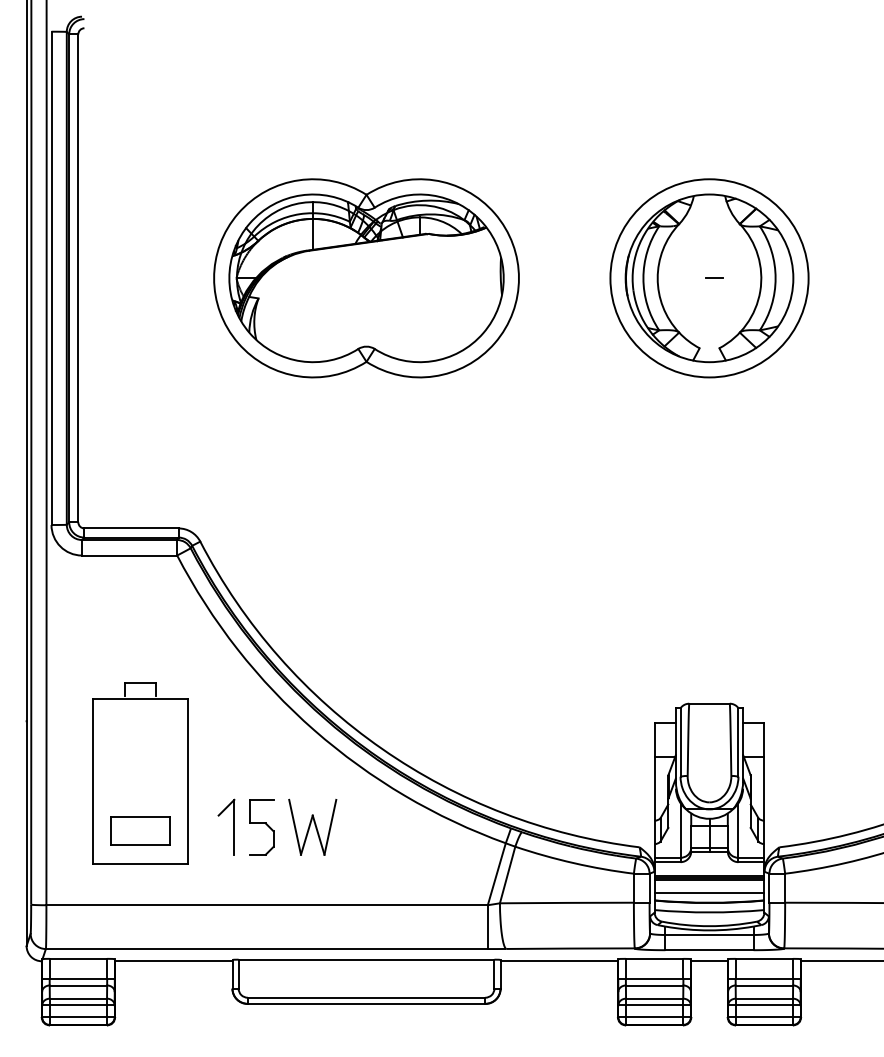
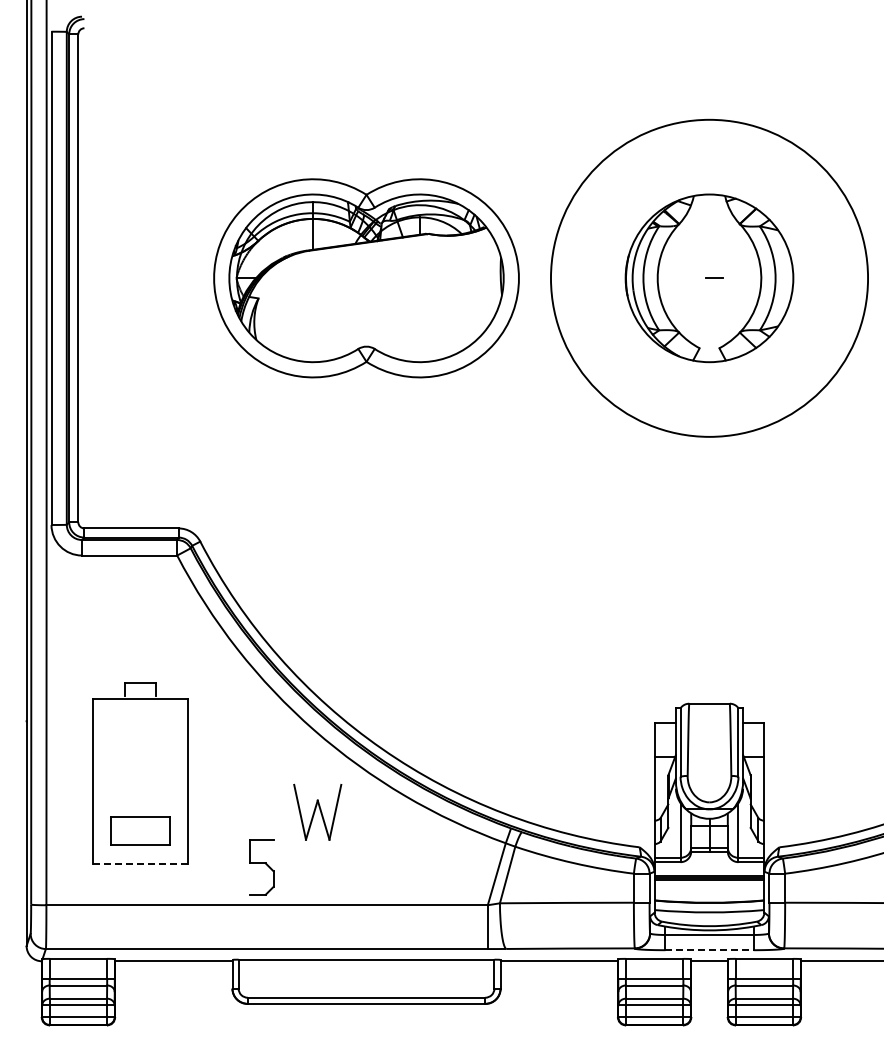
circle at (709, 278) diameter: 198 px -> 317 px
part at (233, 826): present -> none
part at (312, 826) position: (312, 826) -> (317, 811)
part at (261, 827) position: (261, 827) -> (261, 867)
line at (140, 863): solid -> dashed
line at (709, 892): present -> none
line at (710, 950): solid -> dashed
